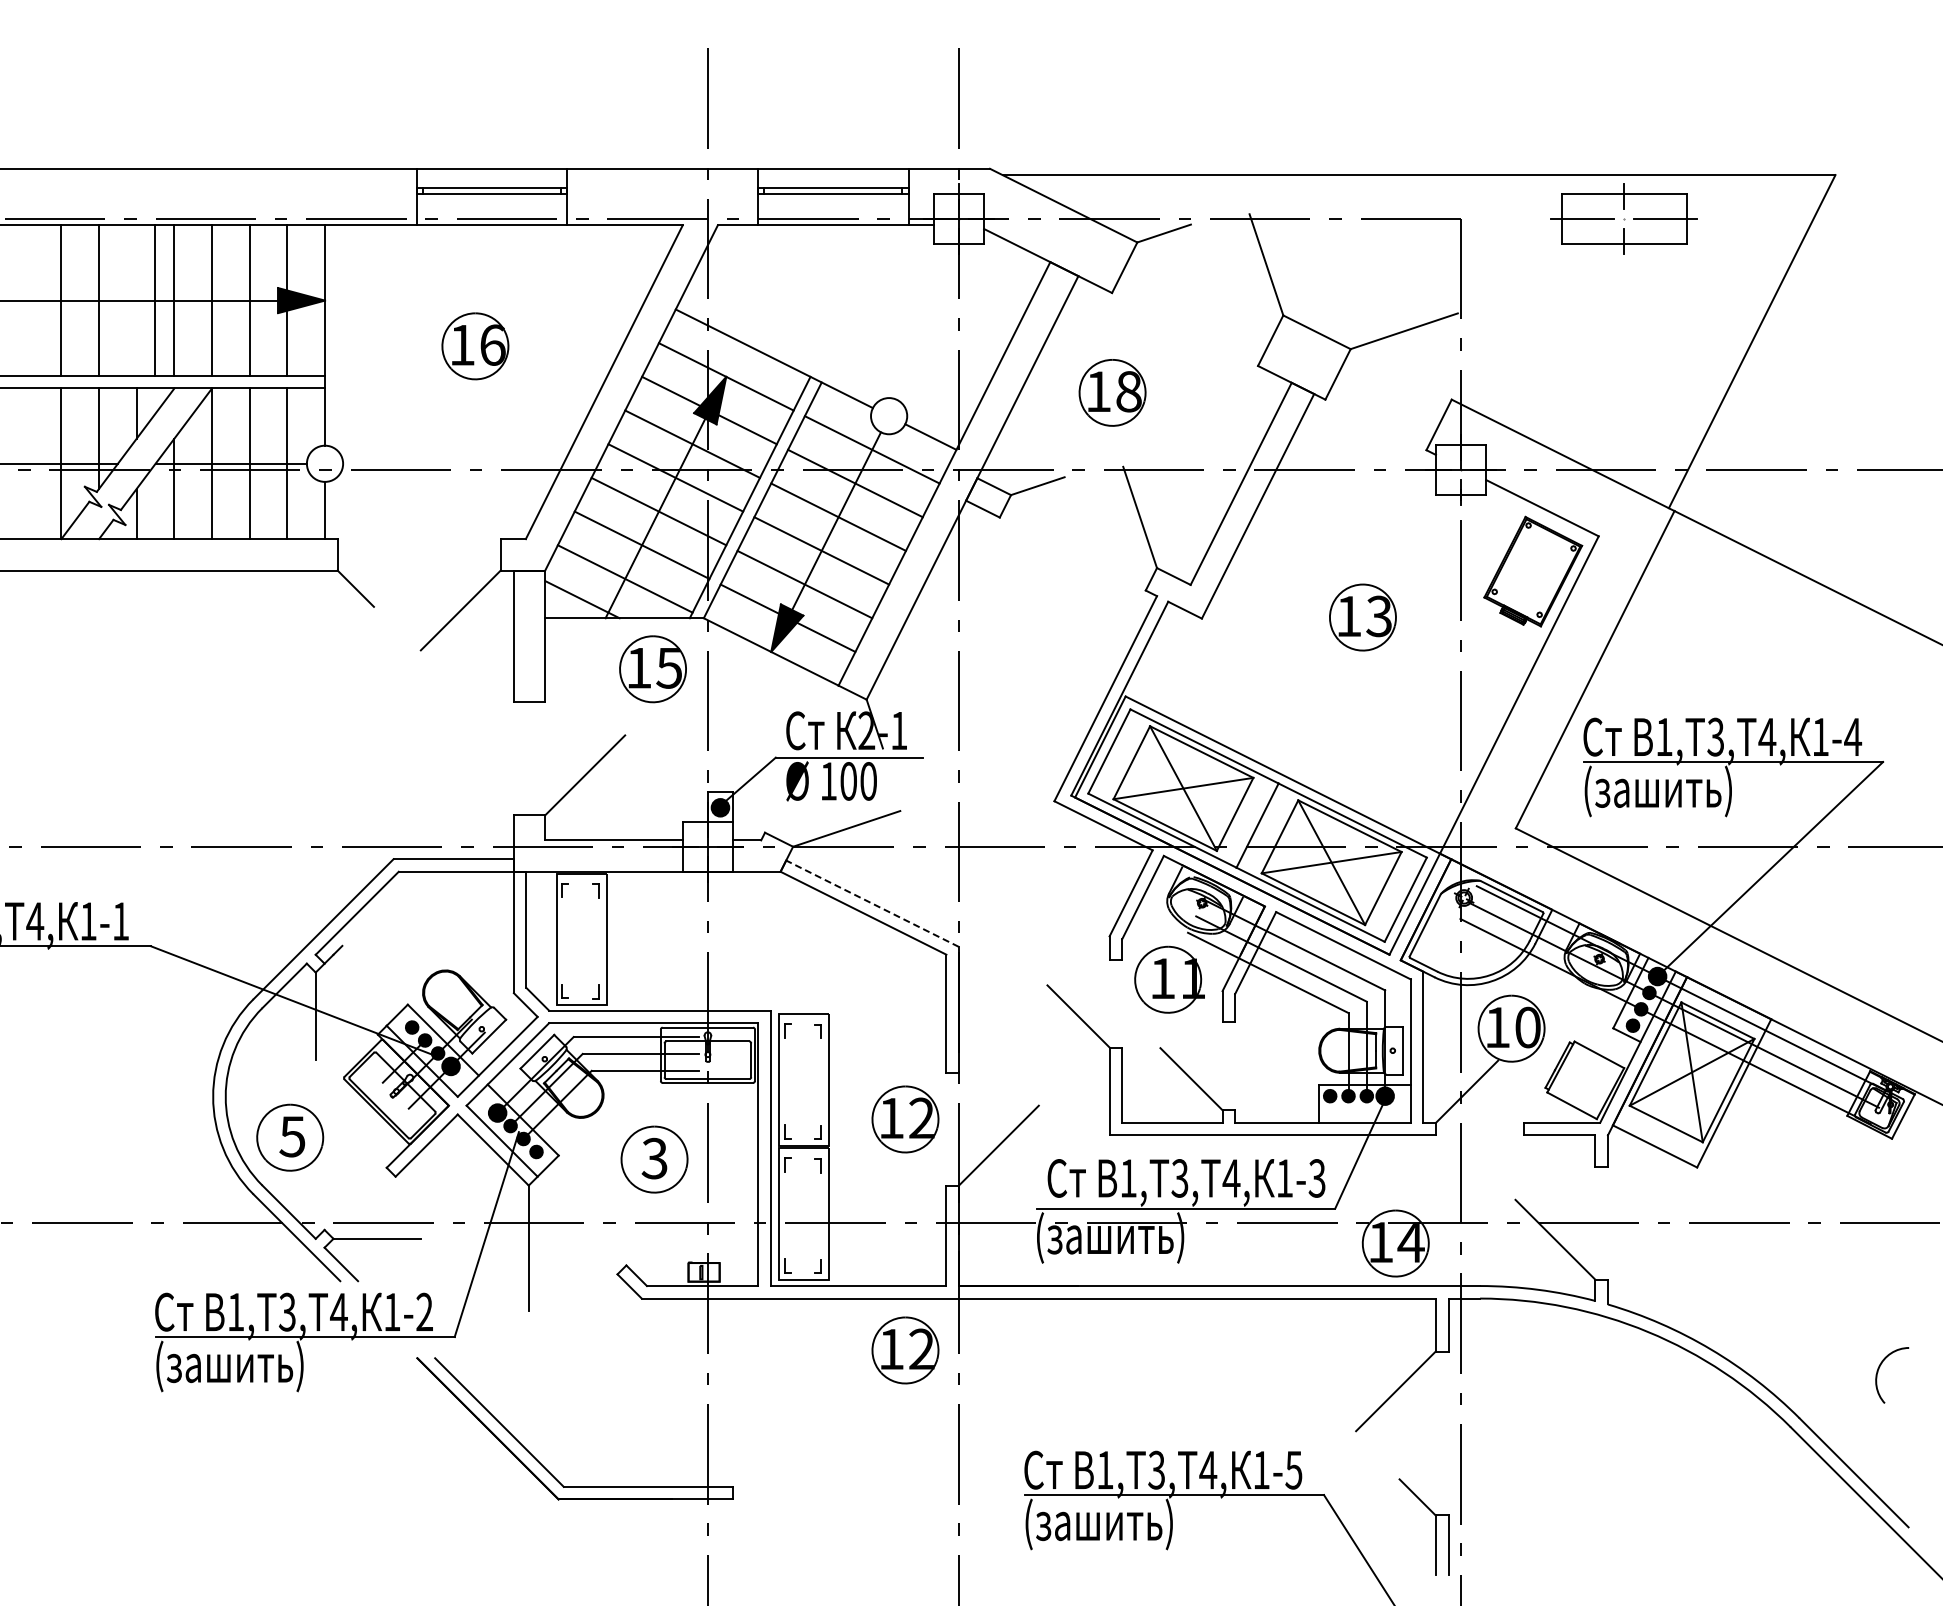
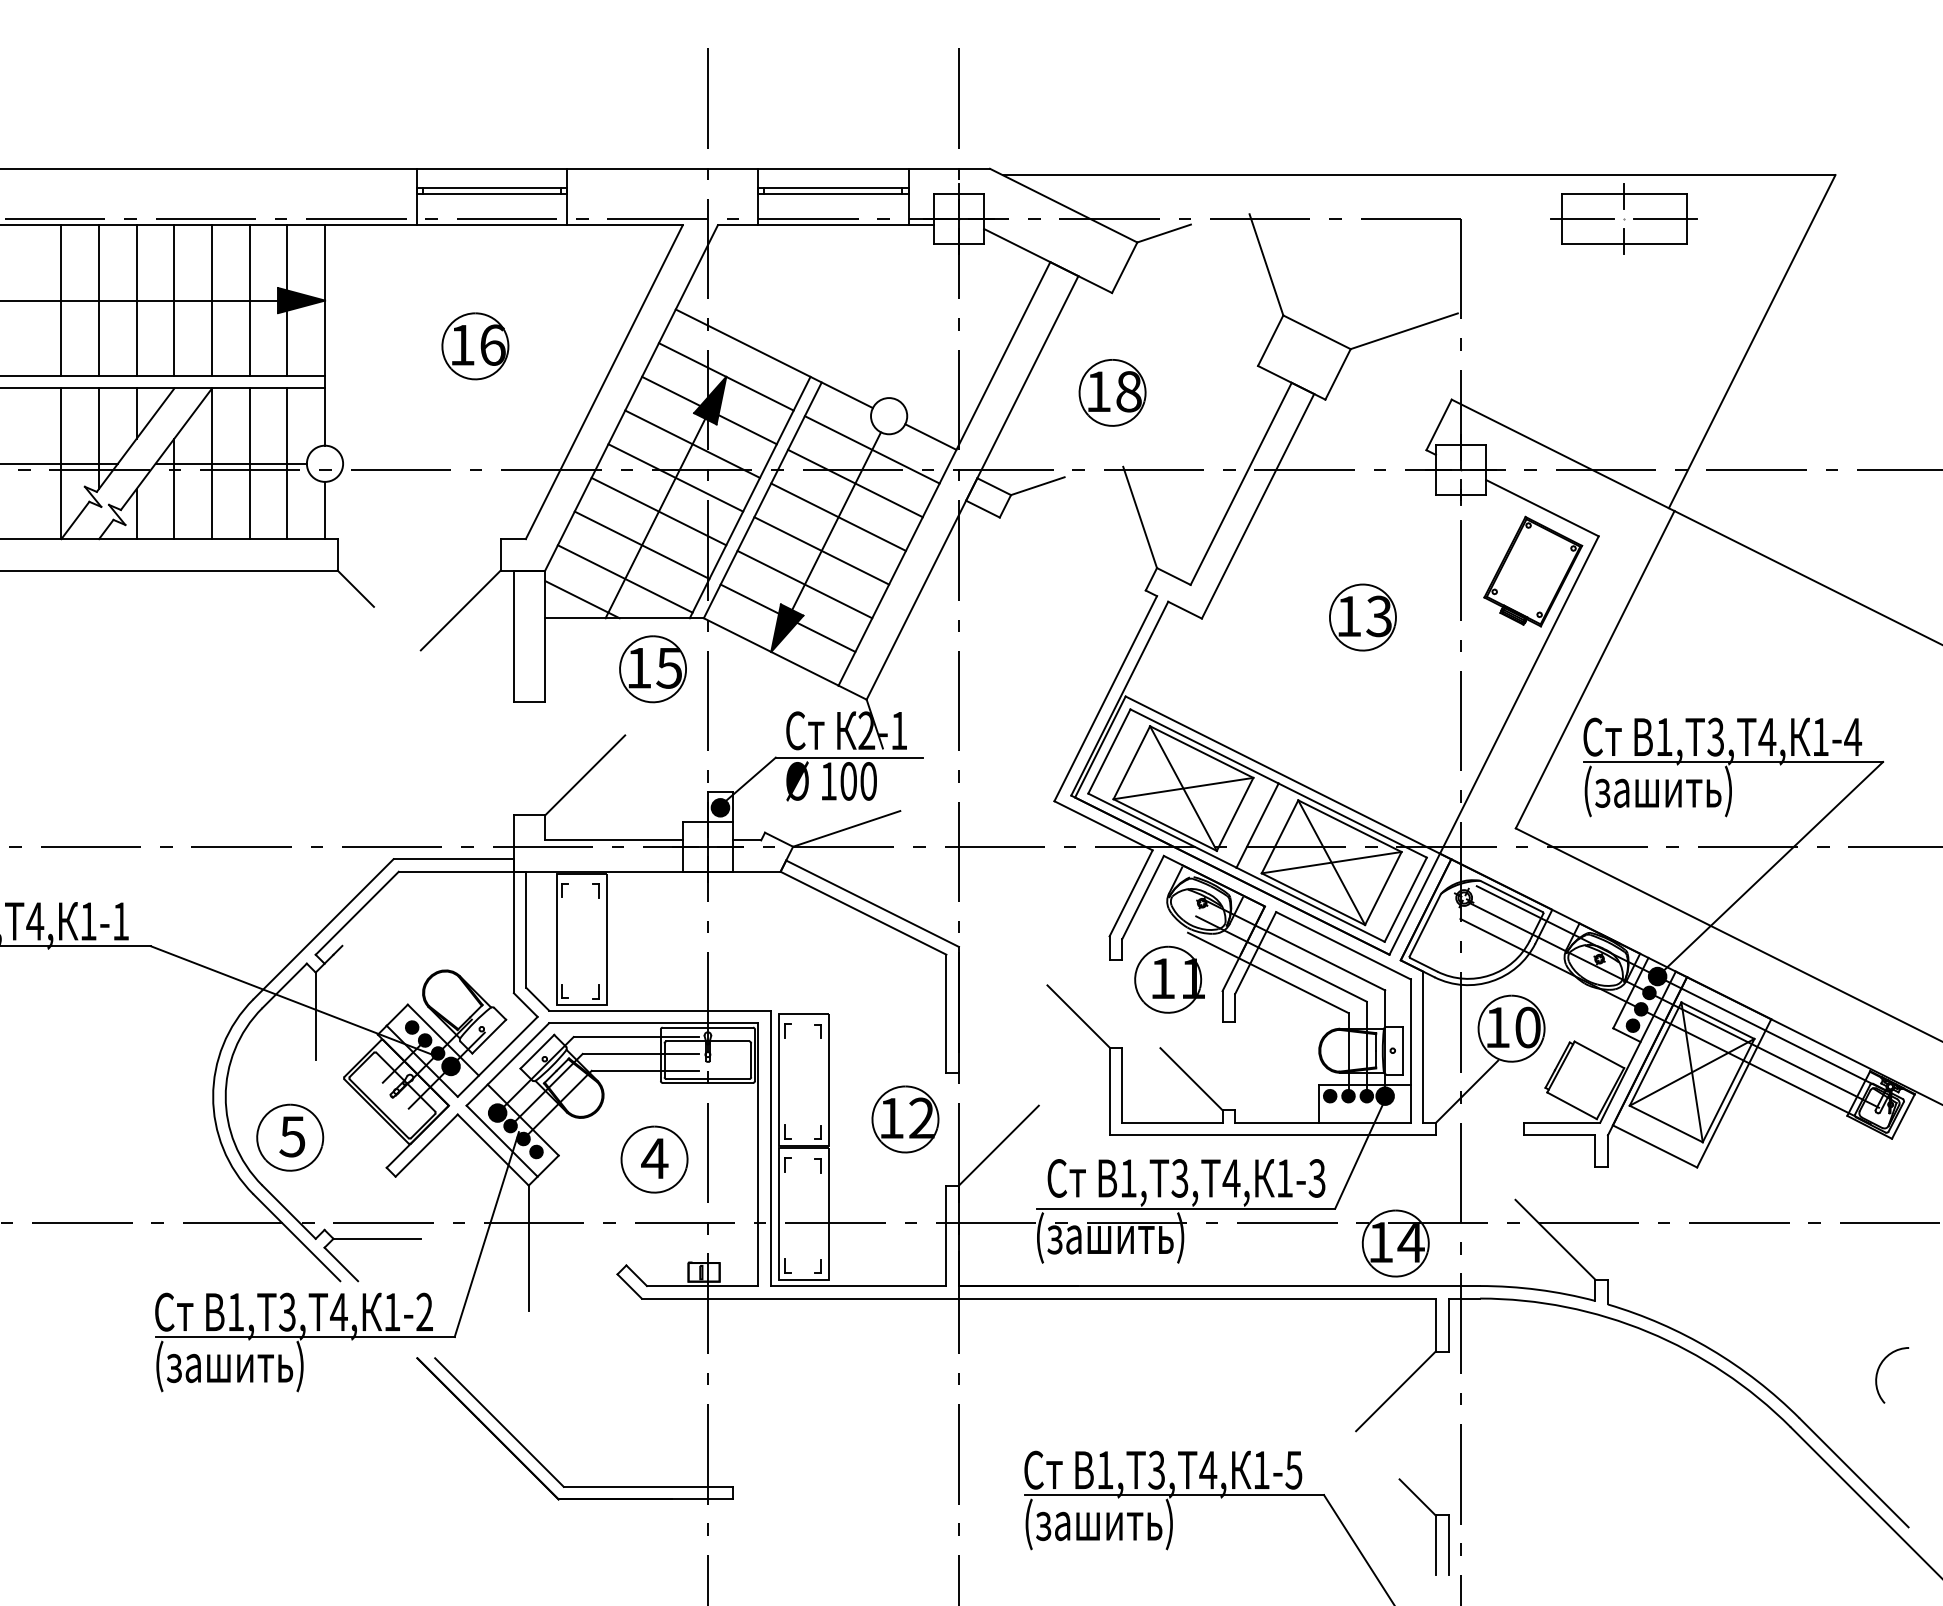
line at (154, 300) position: (154, 300) -> (136, 300)
line at (872, 903): dashed -> solid
text at (654, 1158): 3 -> 4
part at (905, 1350): present -> none
